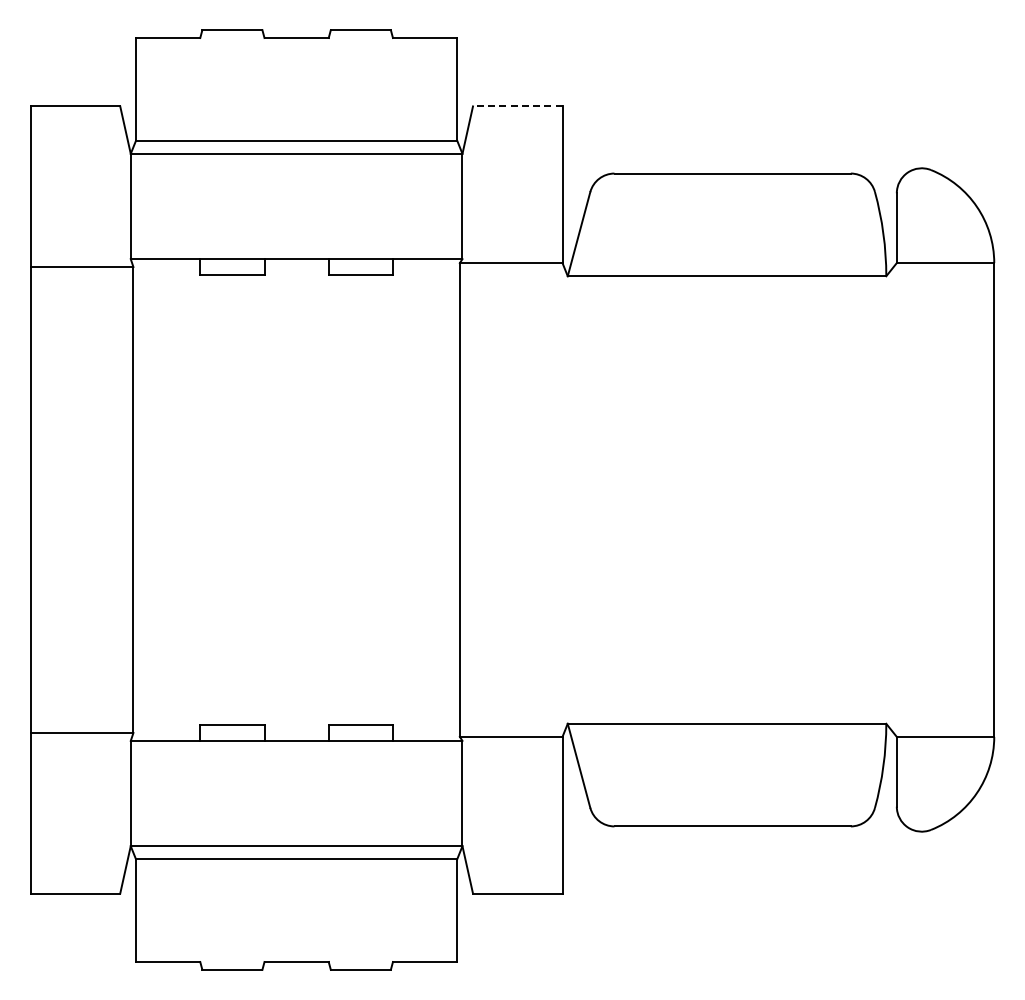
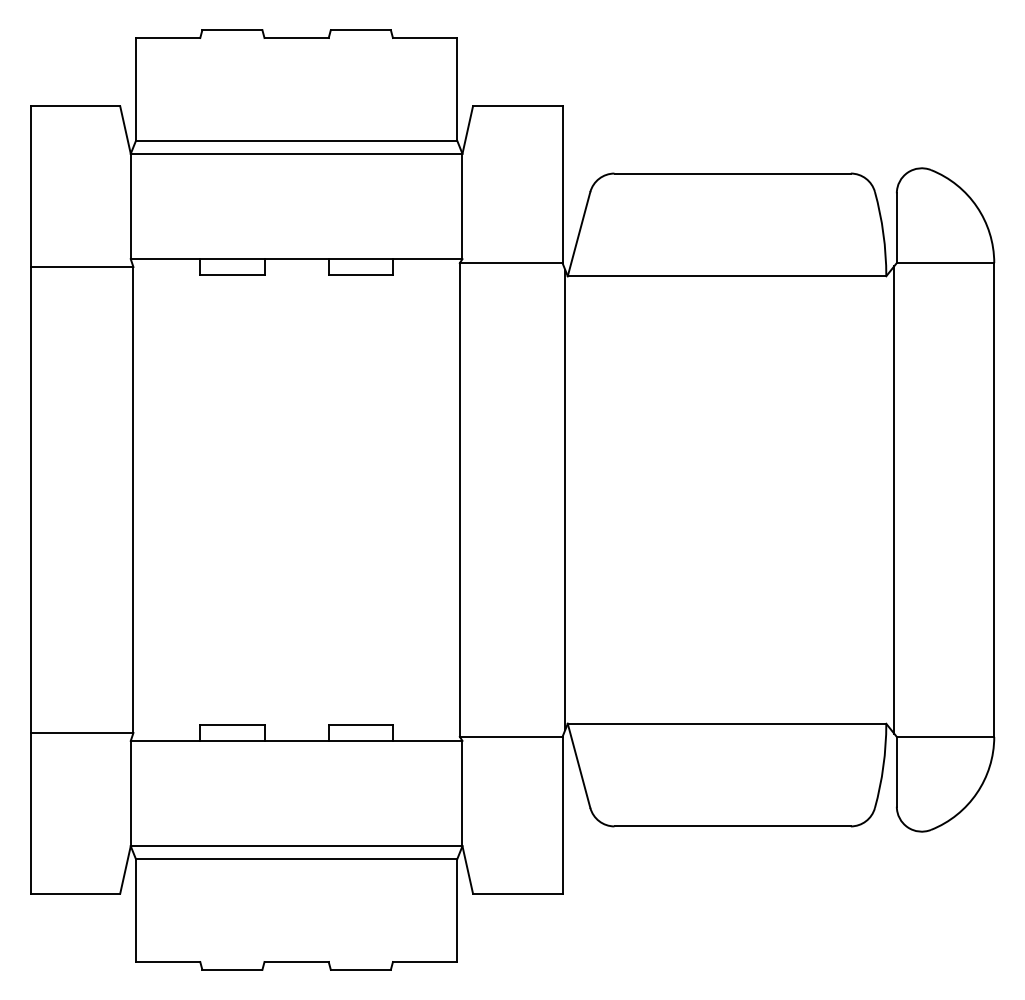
line at (517, 106): dashed -> solid
line at (565, 499): none -> present
line at (894, 499): none -> present
